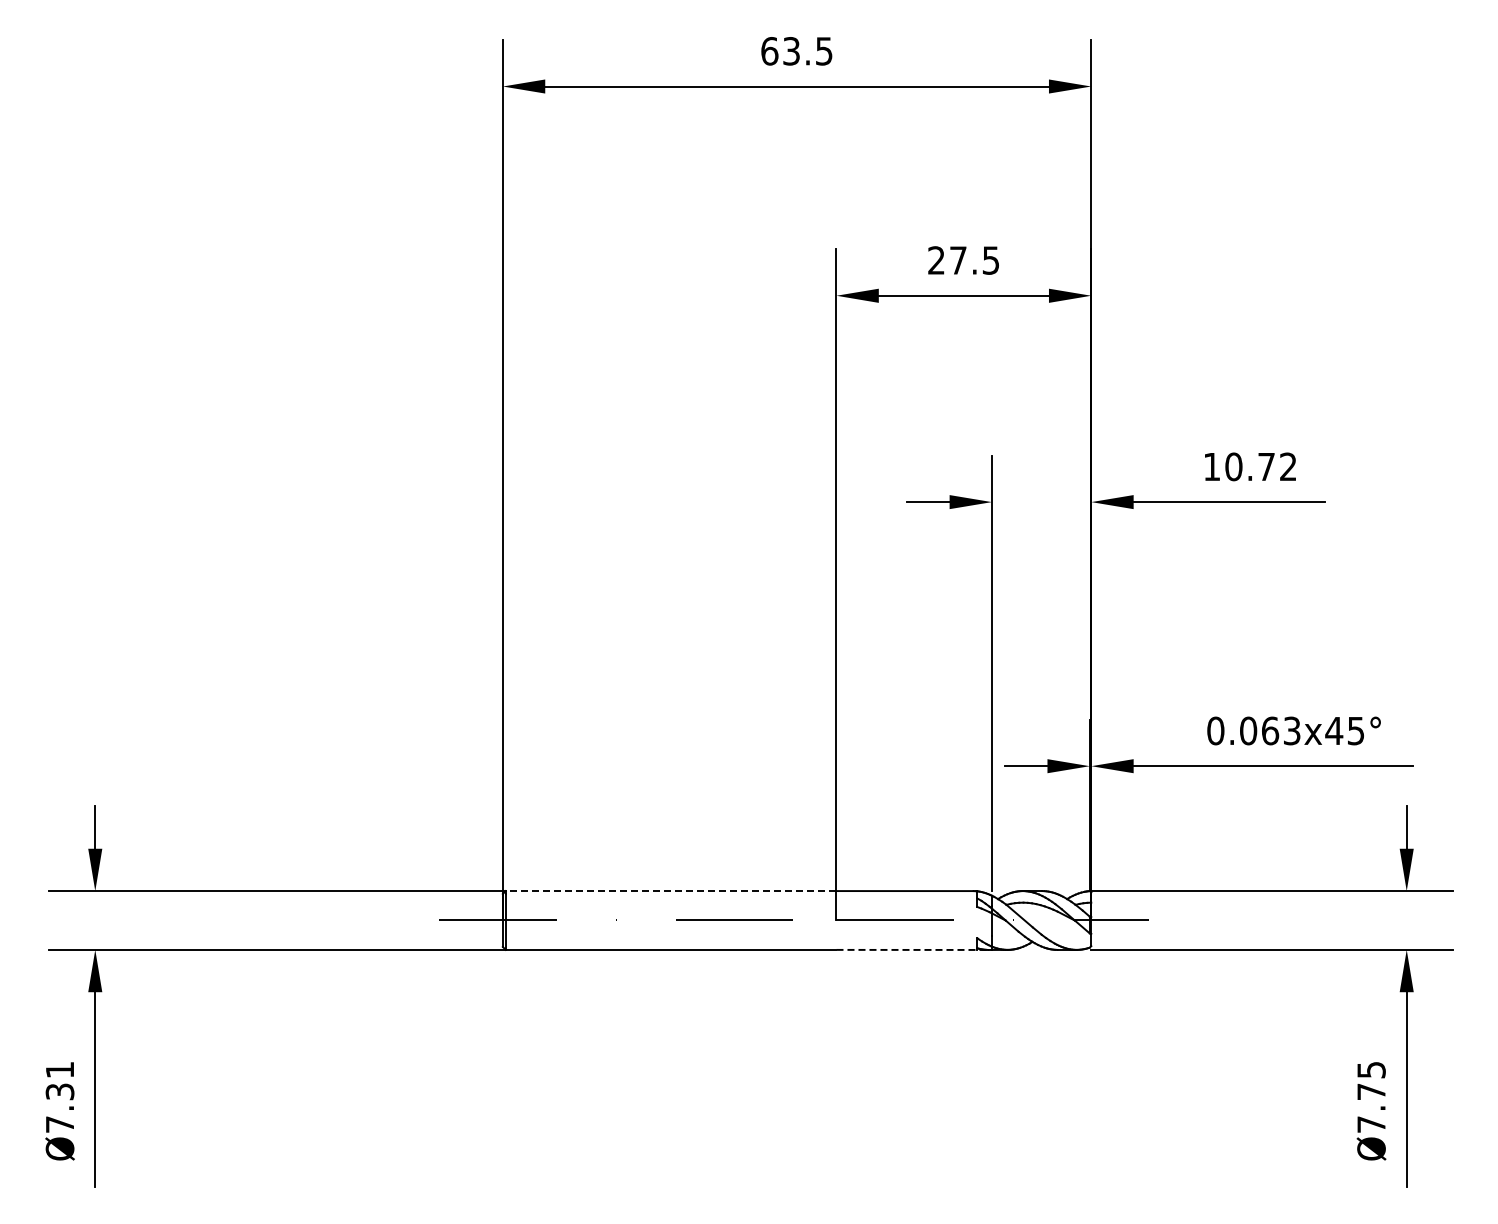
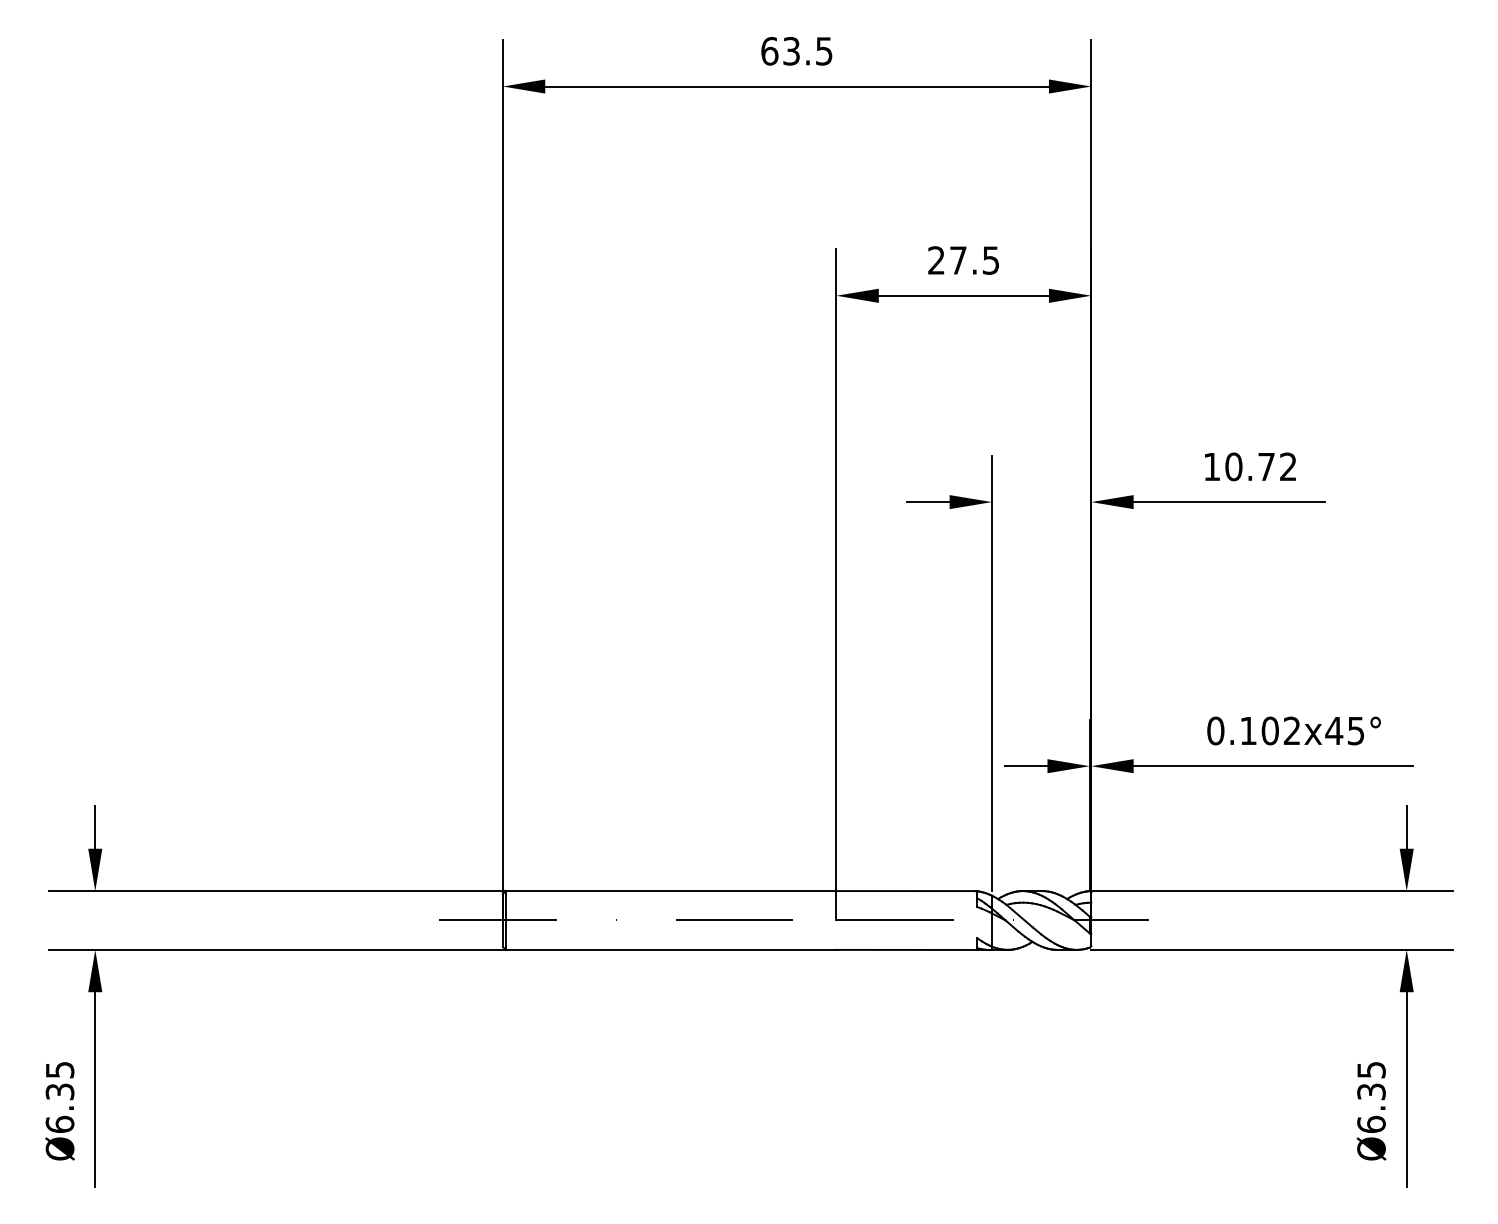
text at (1270, 730): 0.063x45° -> 0.102x45°
line at (670, 891): dashed -> solid
line at (914, 949): dashed -> solid
text at (59, 1097): Ø7.31 -> Ø6.35
text at (1371, 1107): Ø7.75 -> Ø6.35
